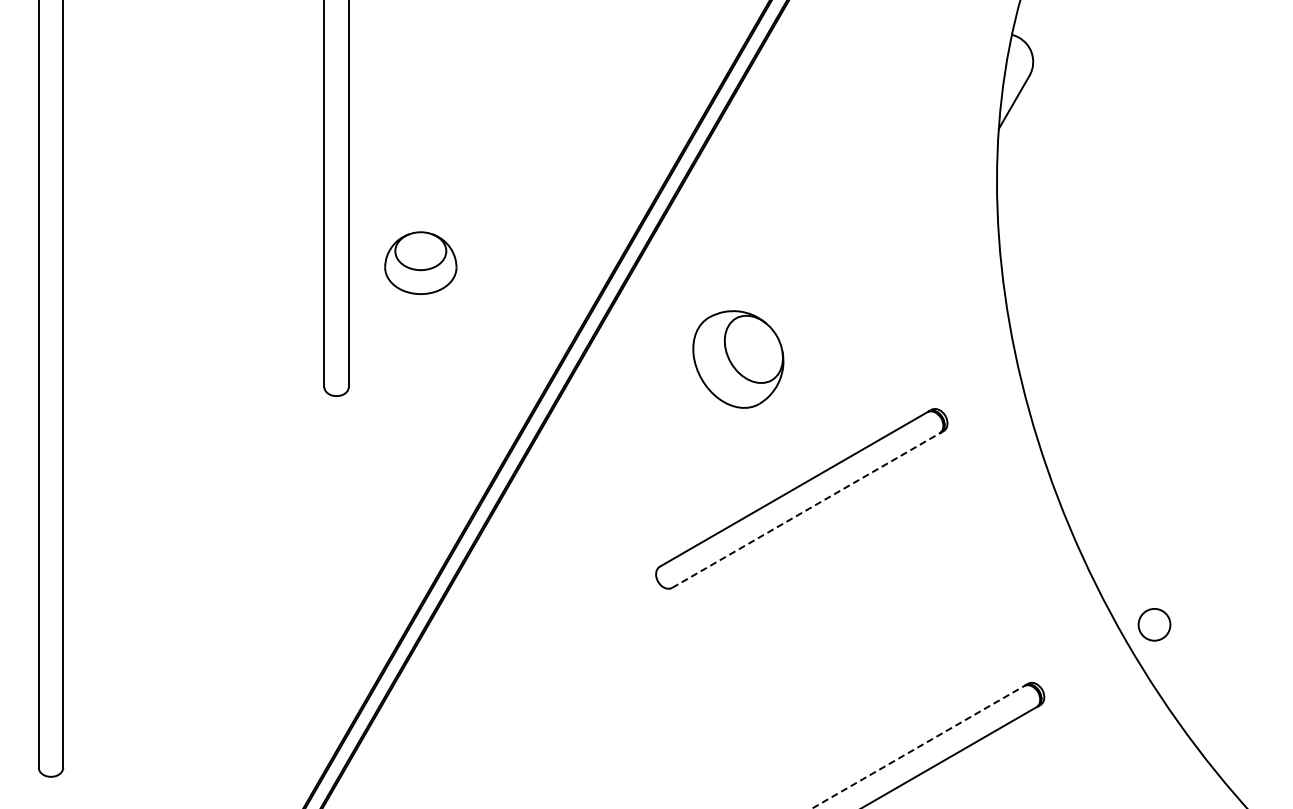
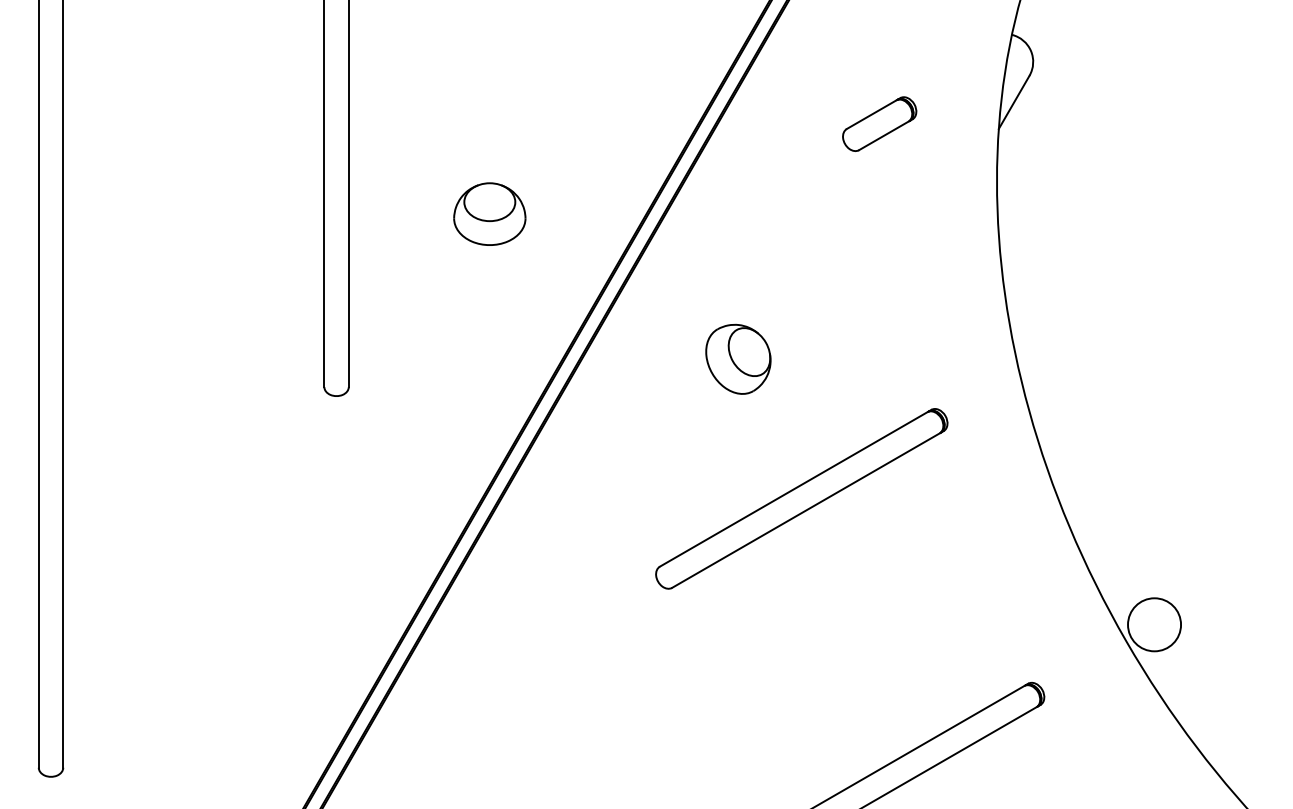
part at (879, 123): none -> present
part at (420, 262) position: (420, 262) -> (489, 213)
part at (738, 359) size: 93x99 px -> 67x72 px
line at (807, 509): dashed -> solid
circle at (1154, 624) diameter: 32 px -> 53 px
line at (920, 746): dashed -> solid
